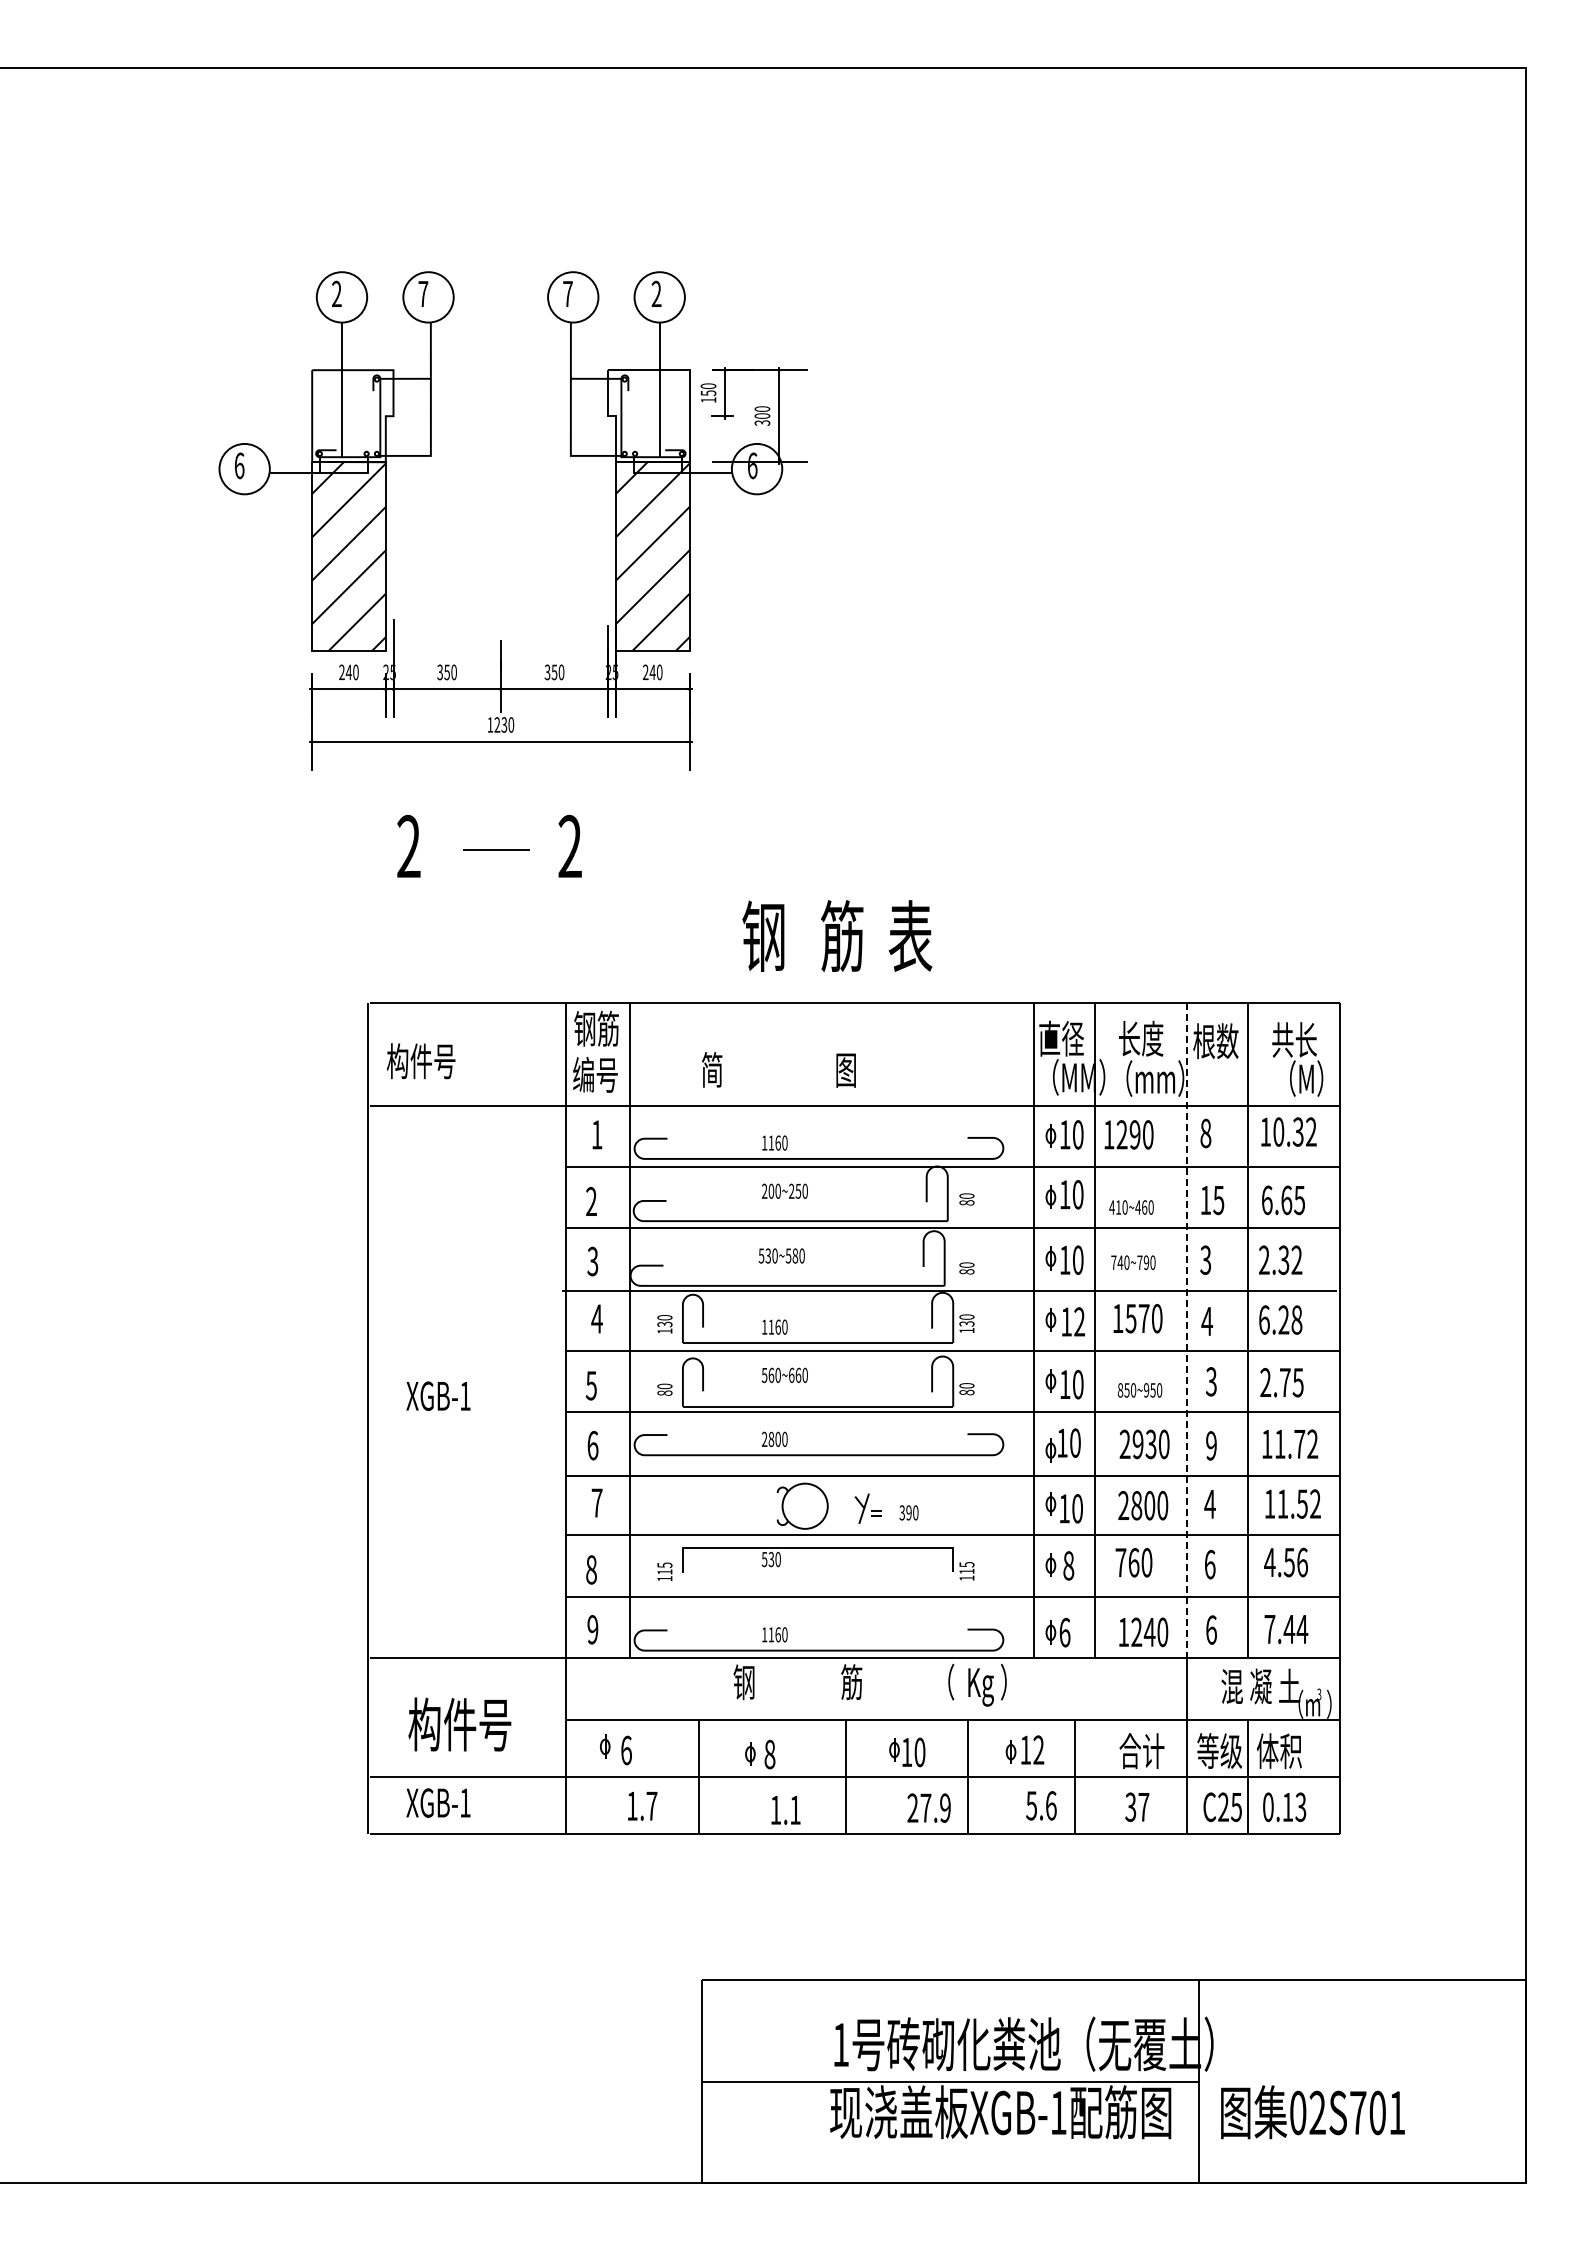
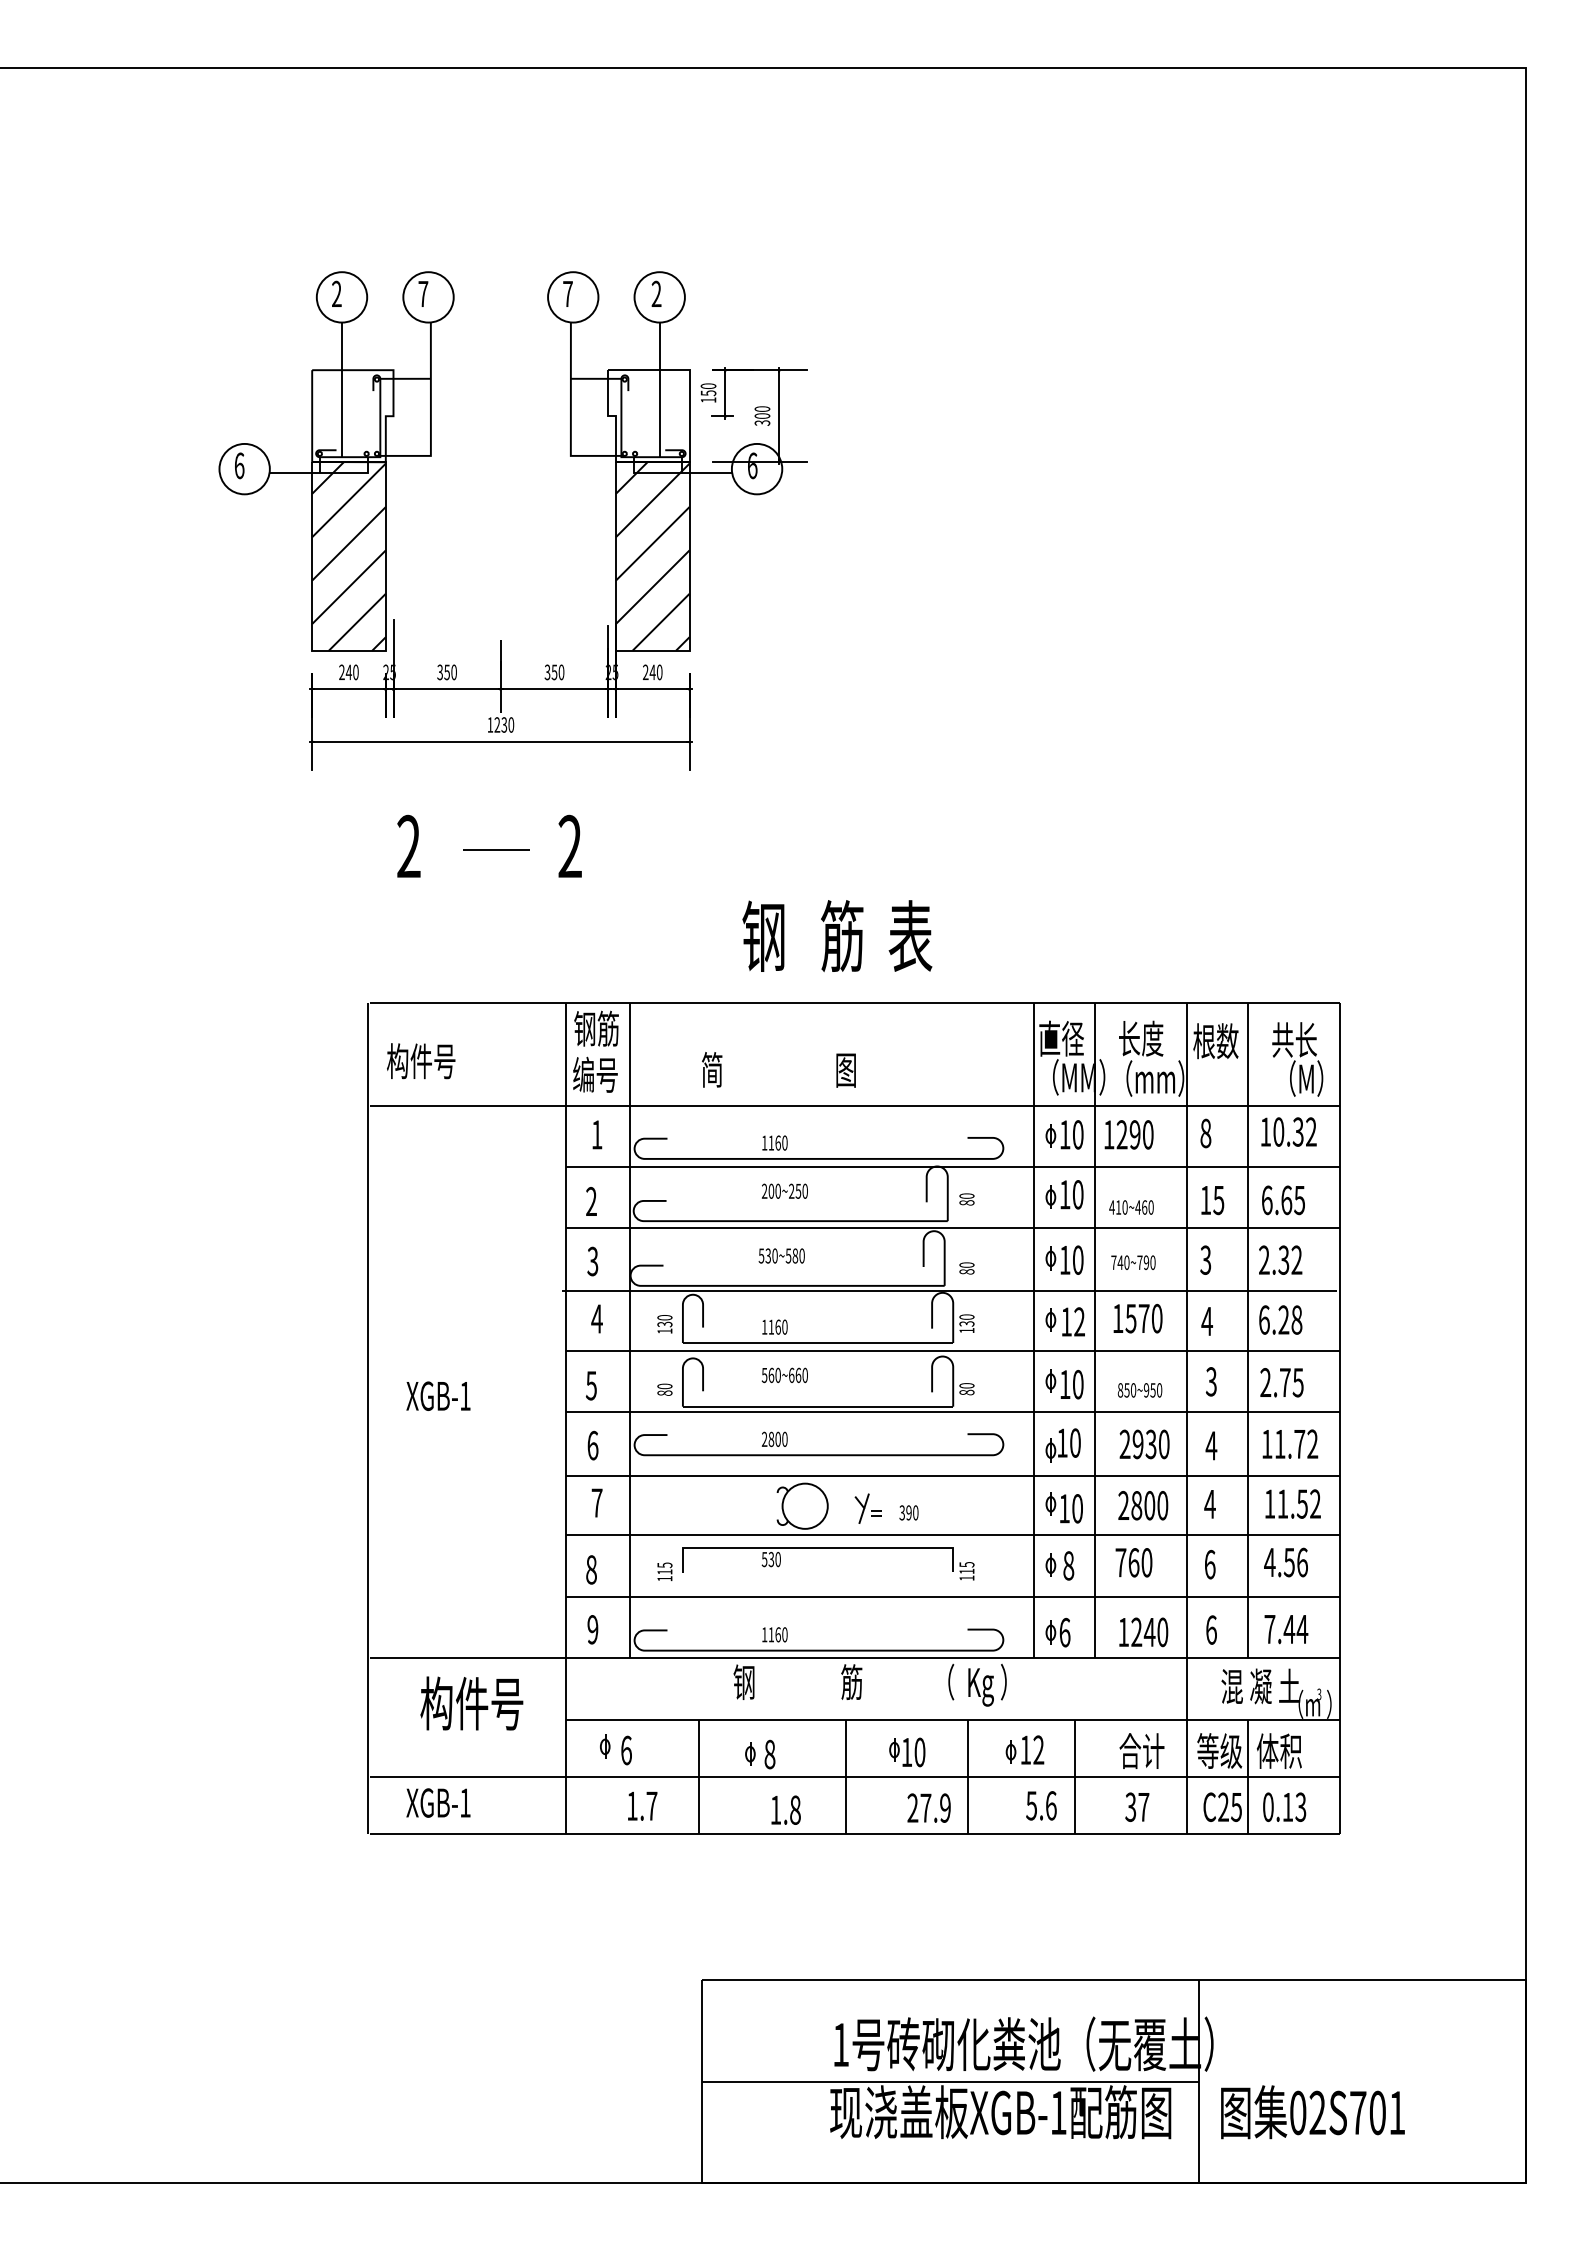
line at (1187, 1331): dashed -> solid
text at (1211, 1445): 9 -> 4
text at (459, 1724) position: (459, 1724) -> (471, 1703)
text at (795, 1809): 1.1 -> 1.8
